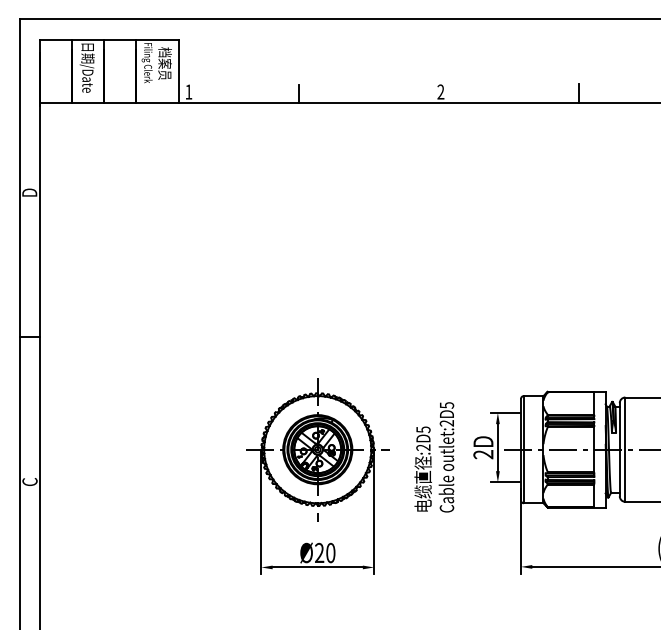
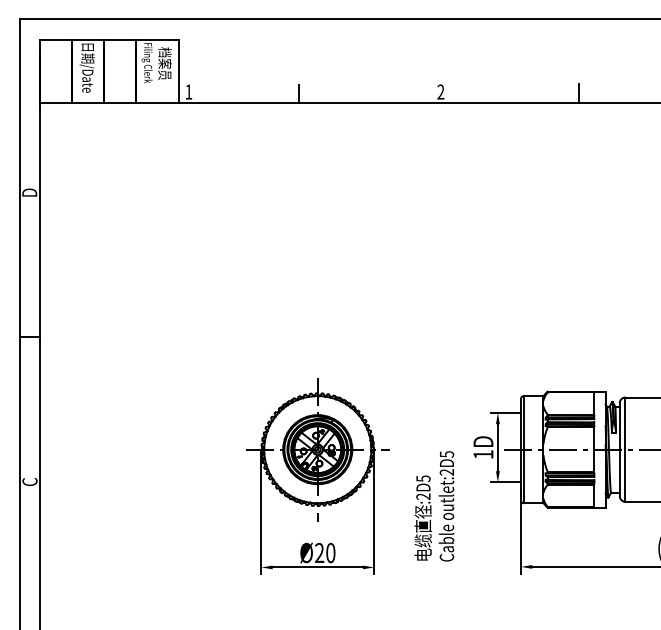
text at (483, 454): 2D -> 1D
text at (434, 457) position: (434, 457) -> (434, 506)
